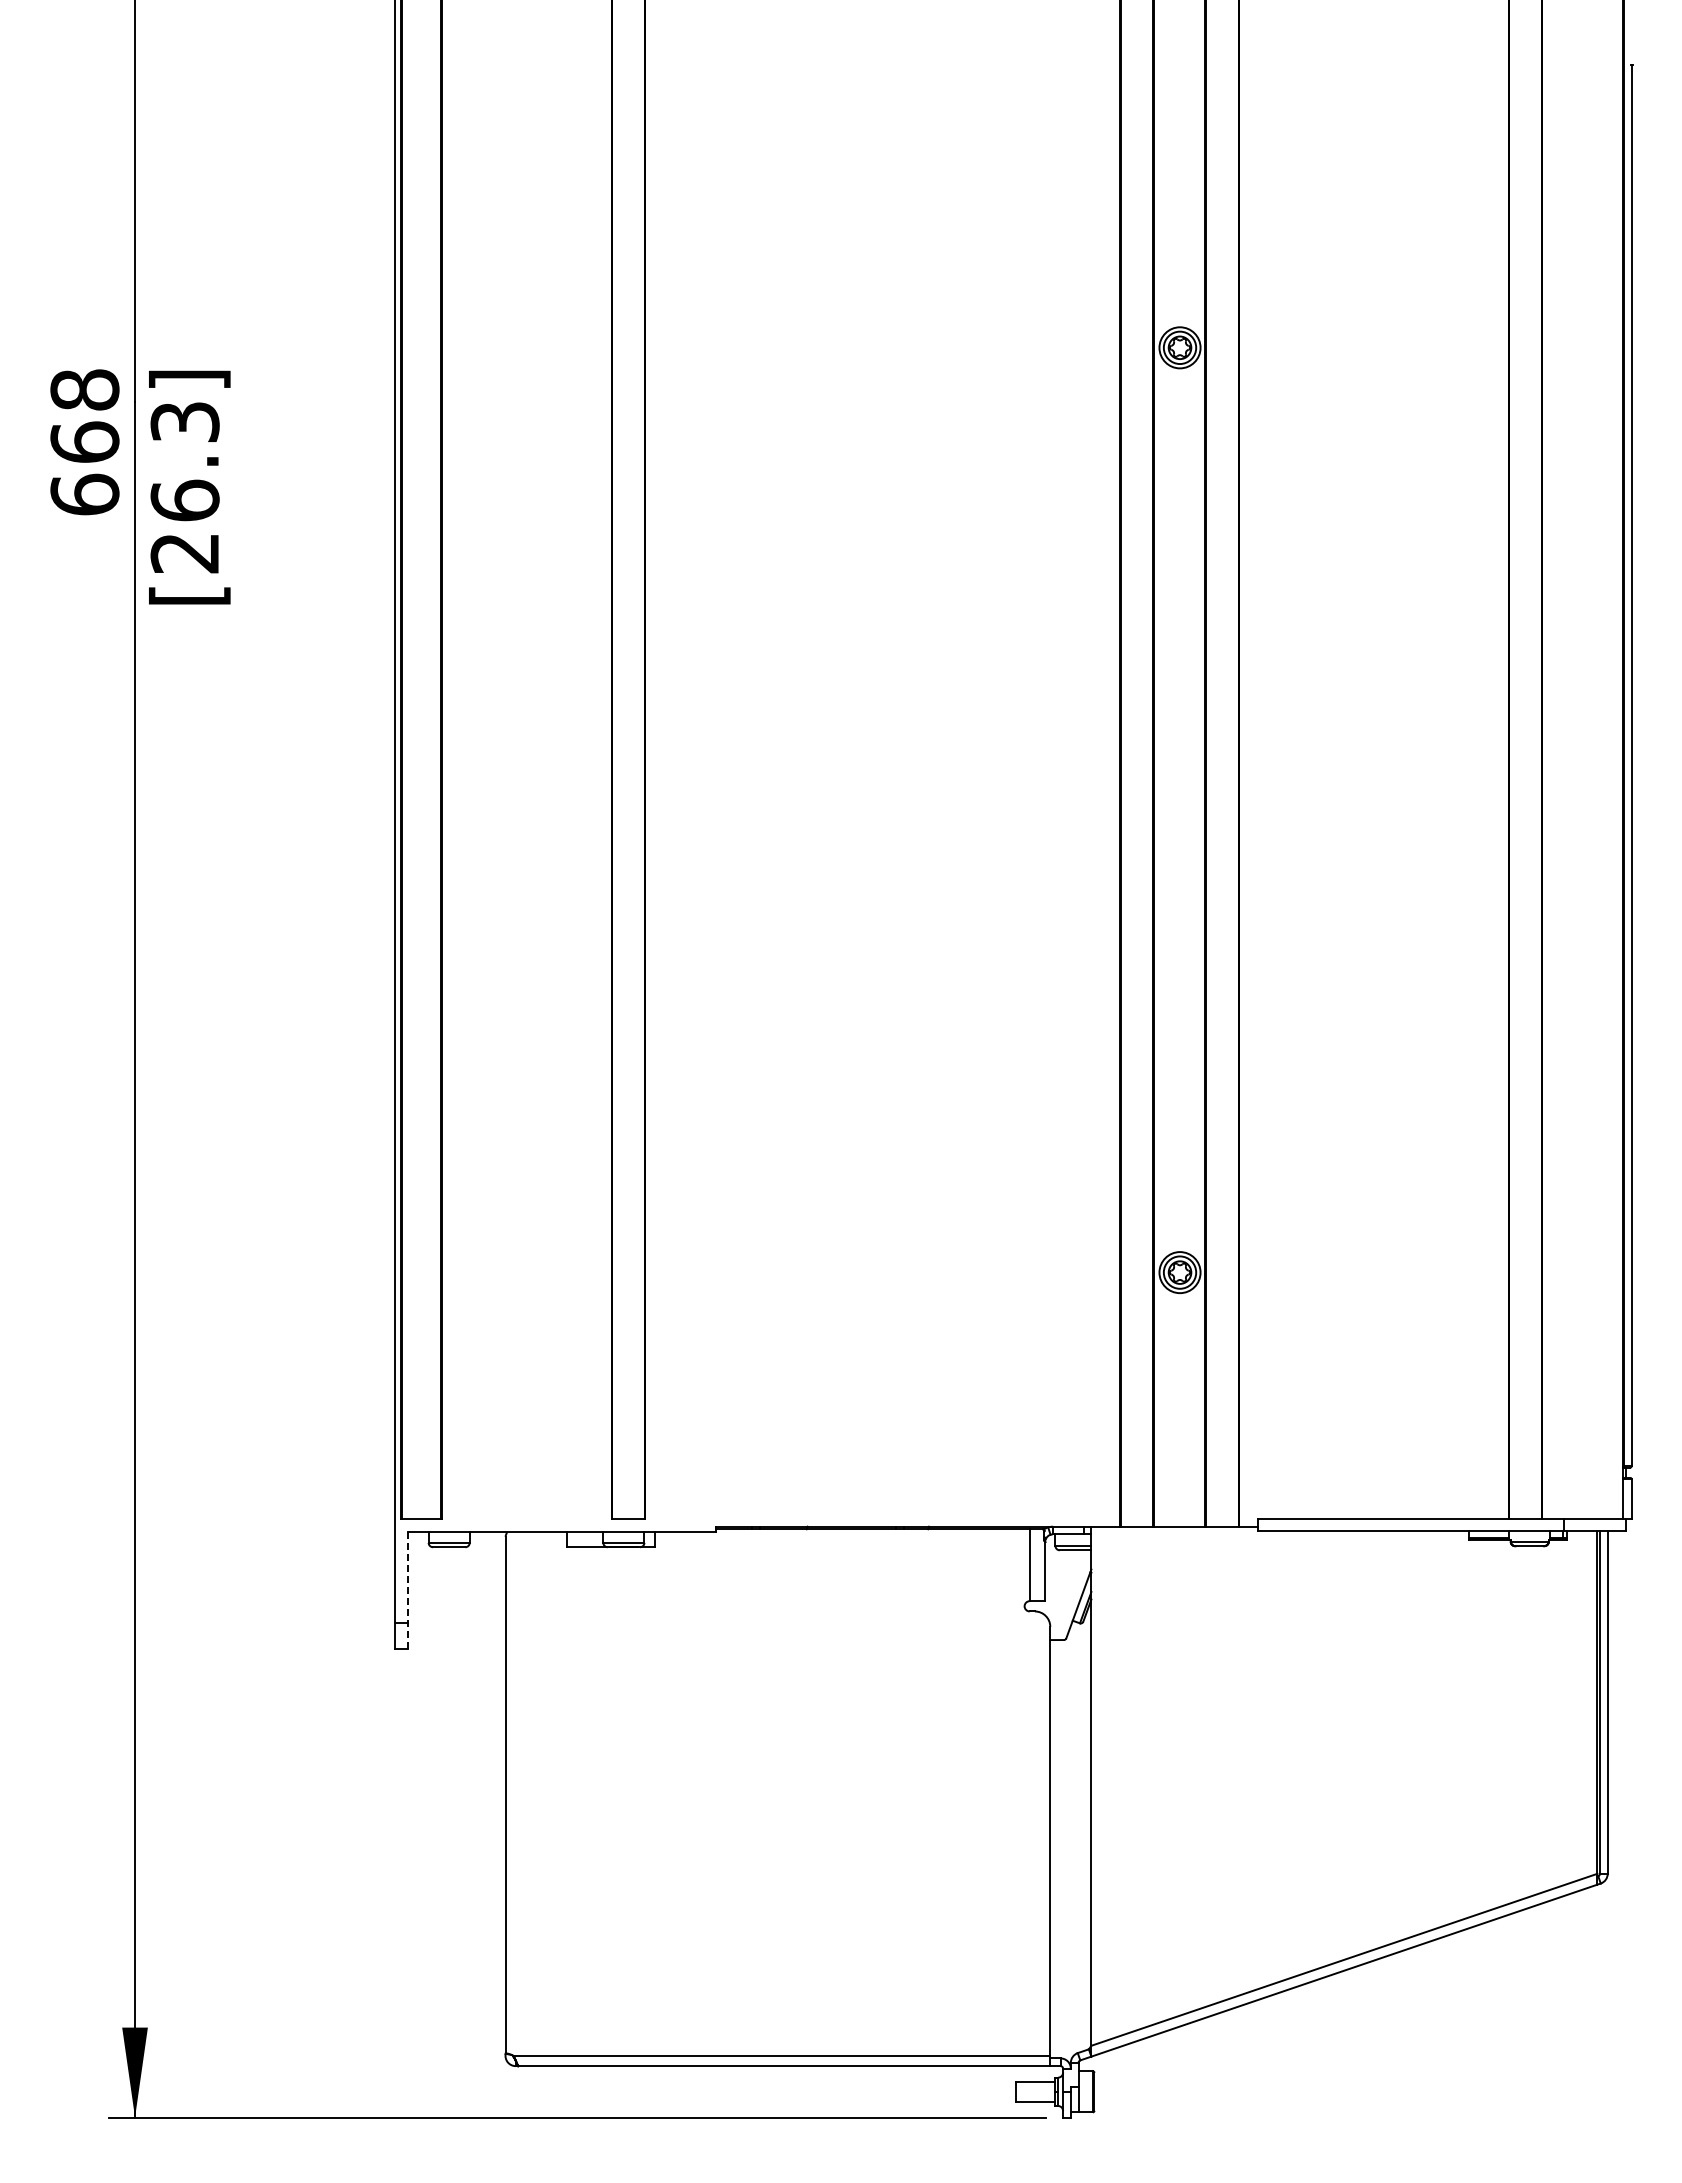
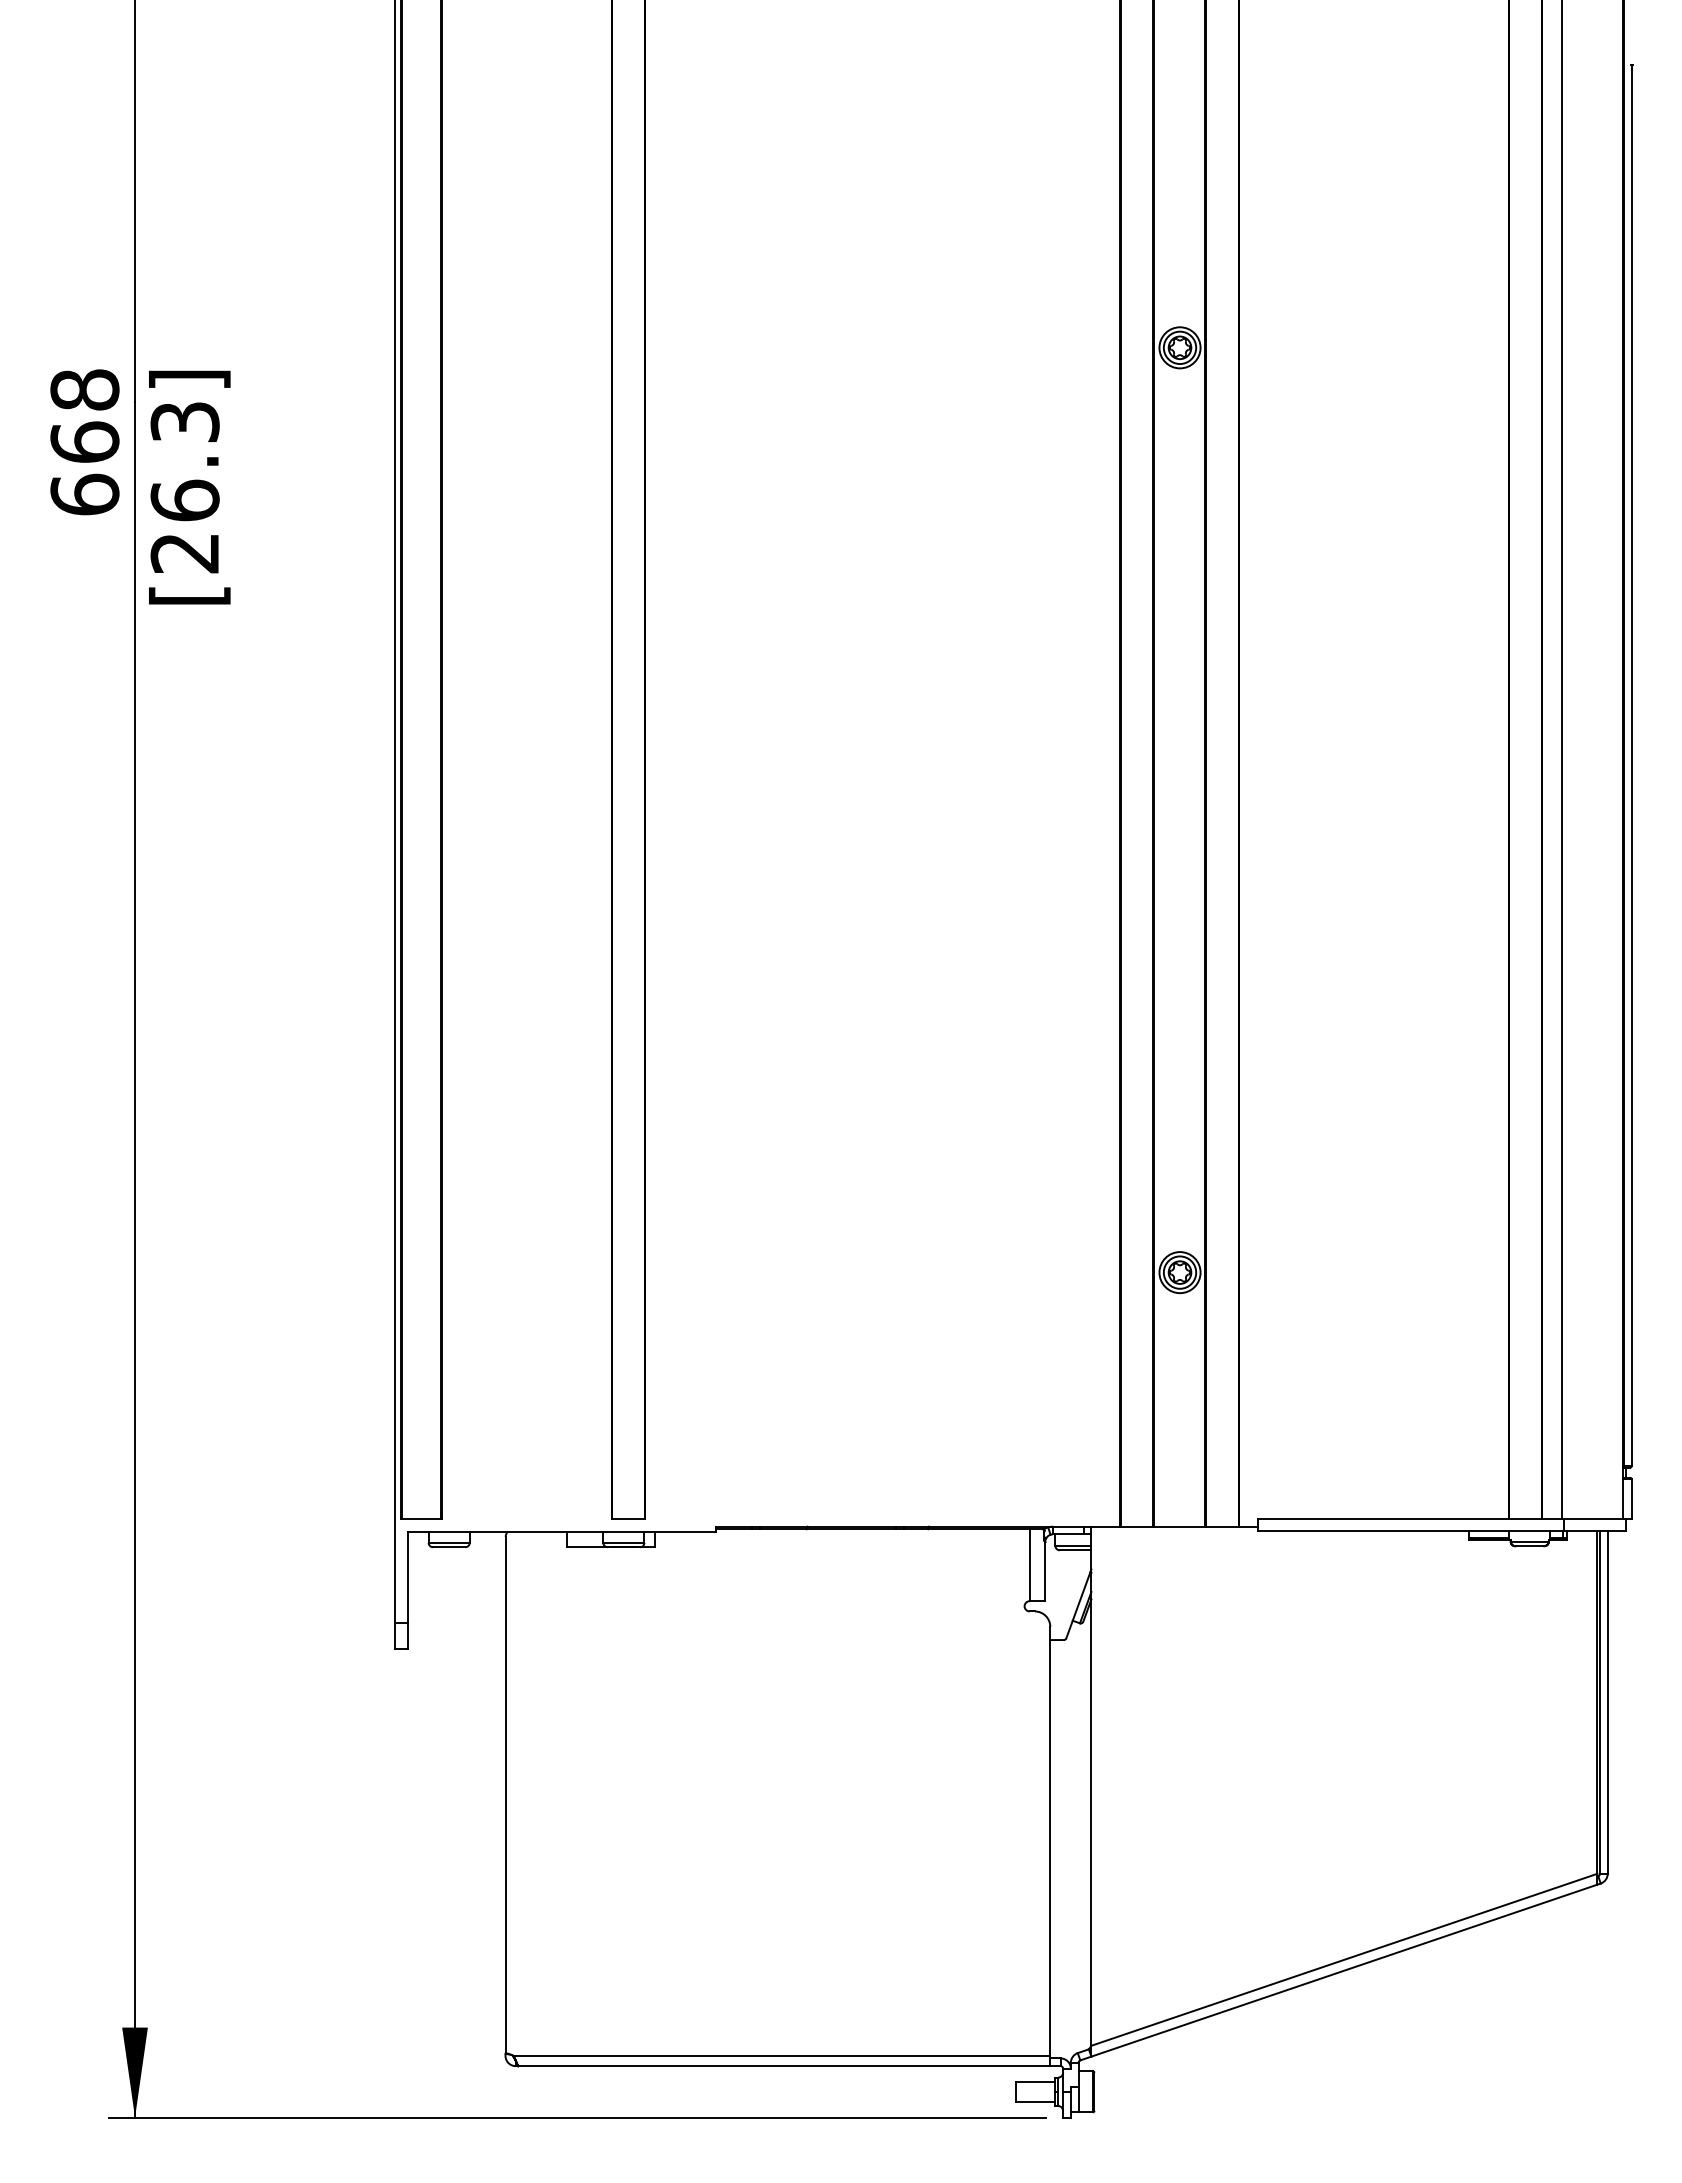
line at (1561, 760): none -> present
line at (408, 1590): dashed -> solid
